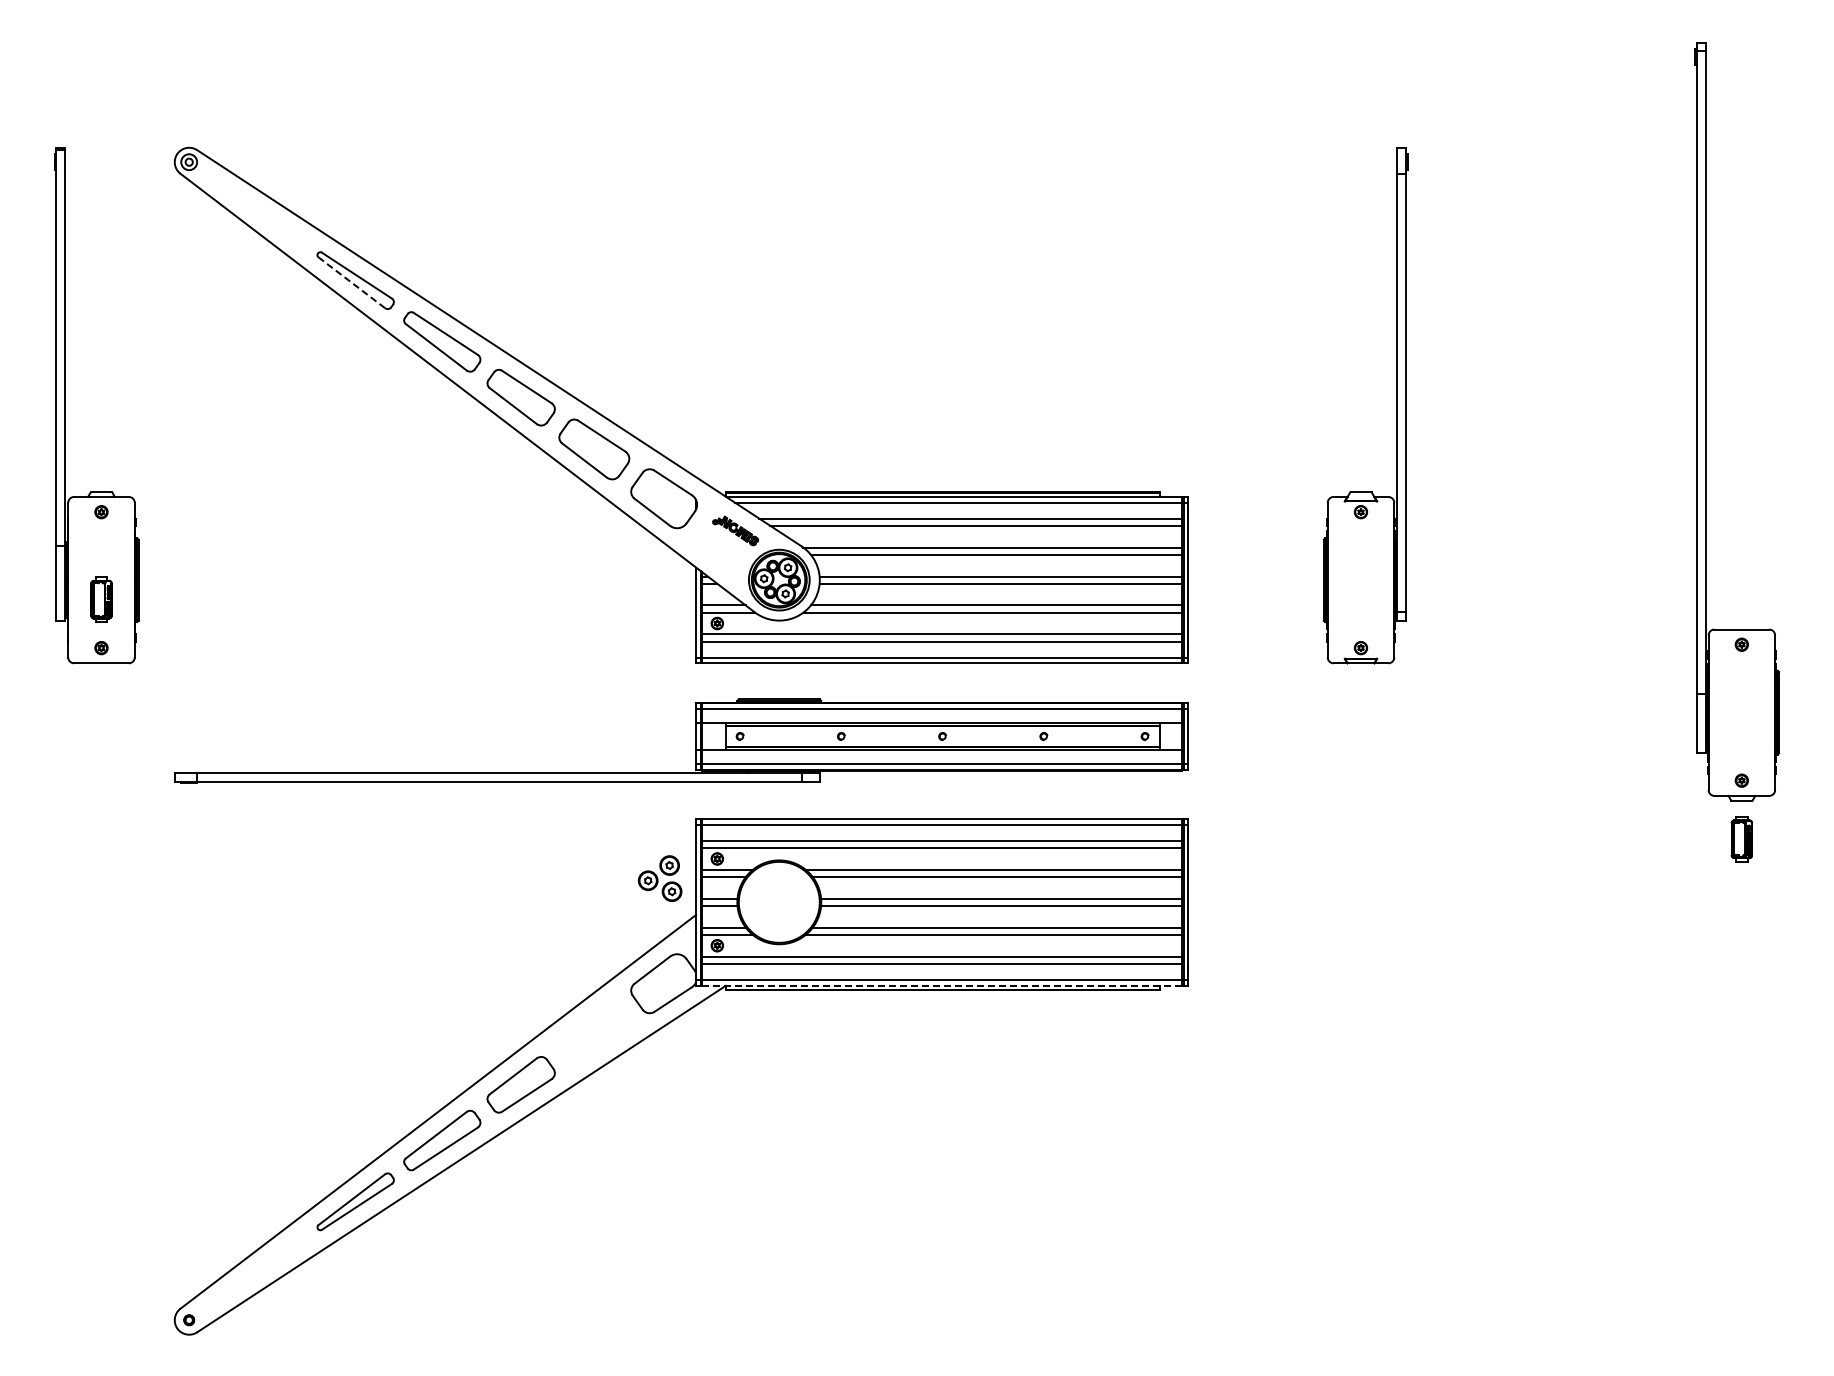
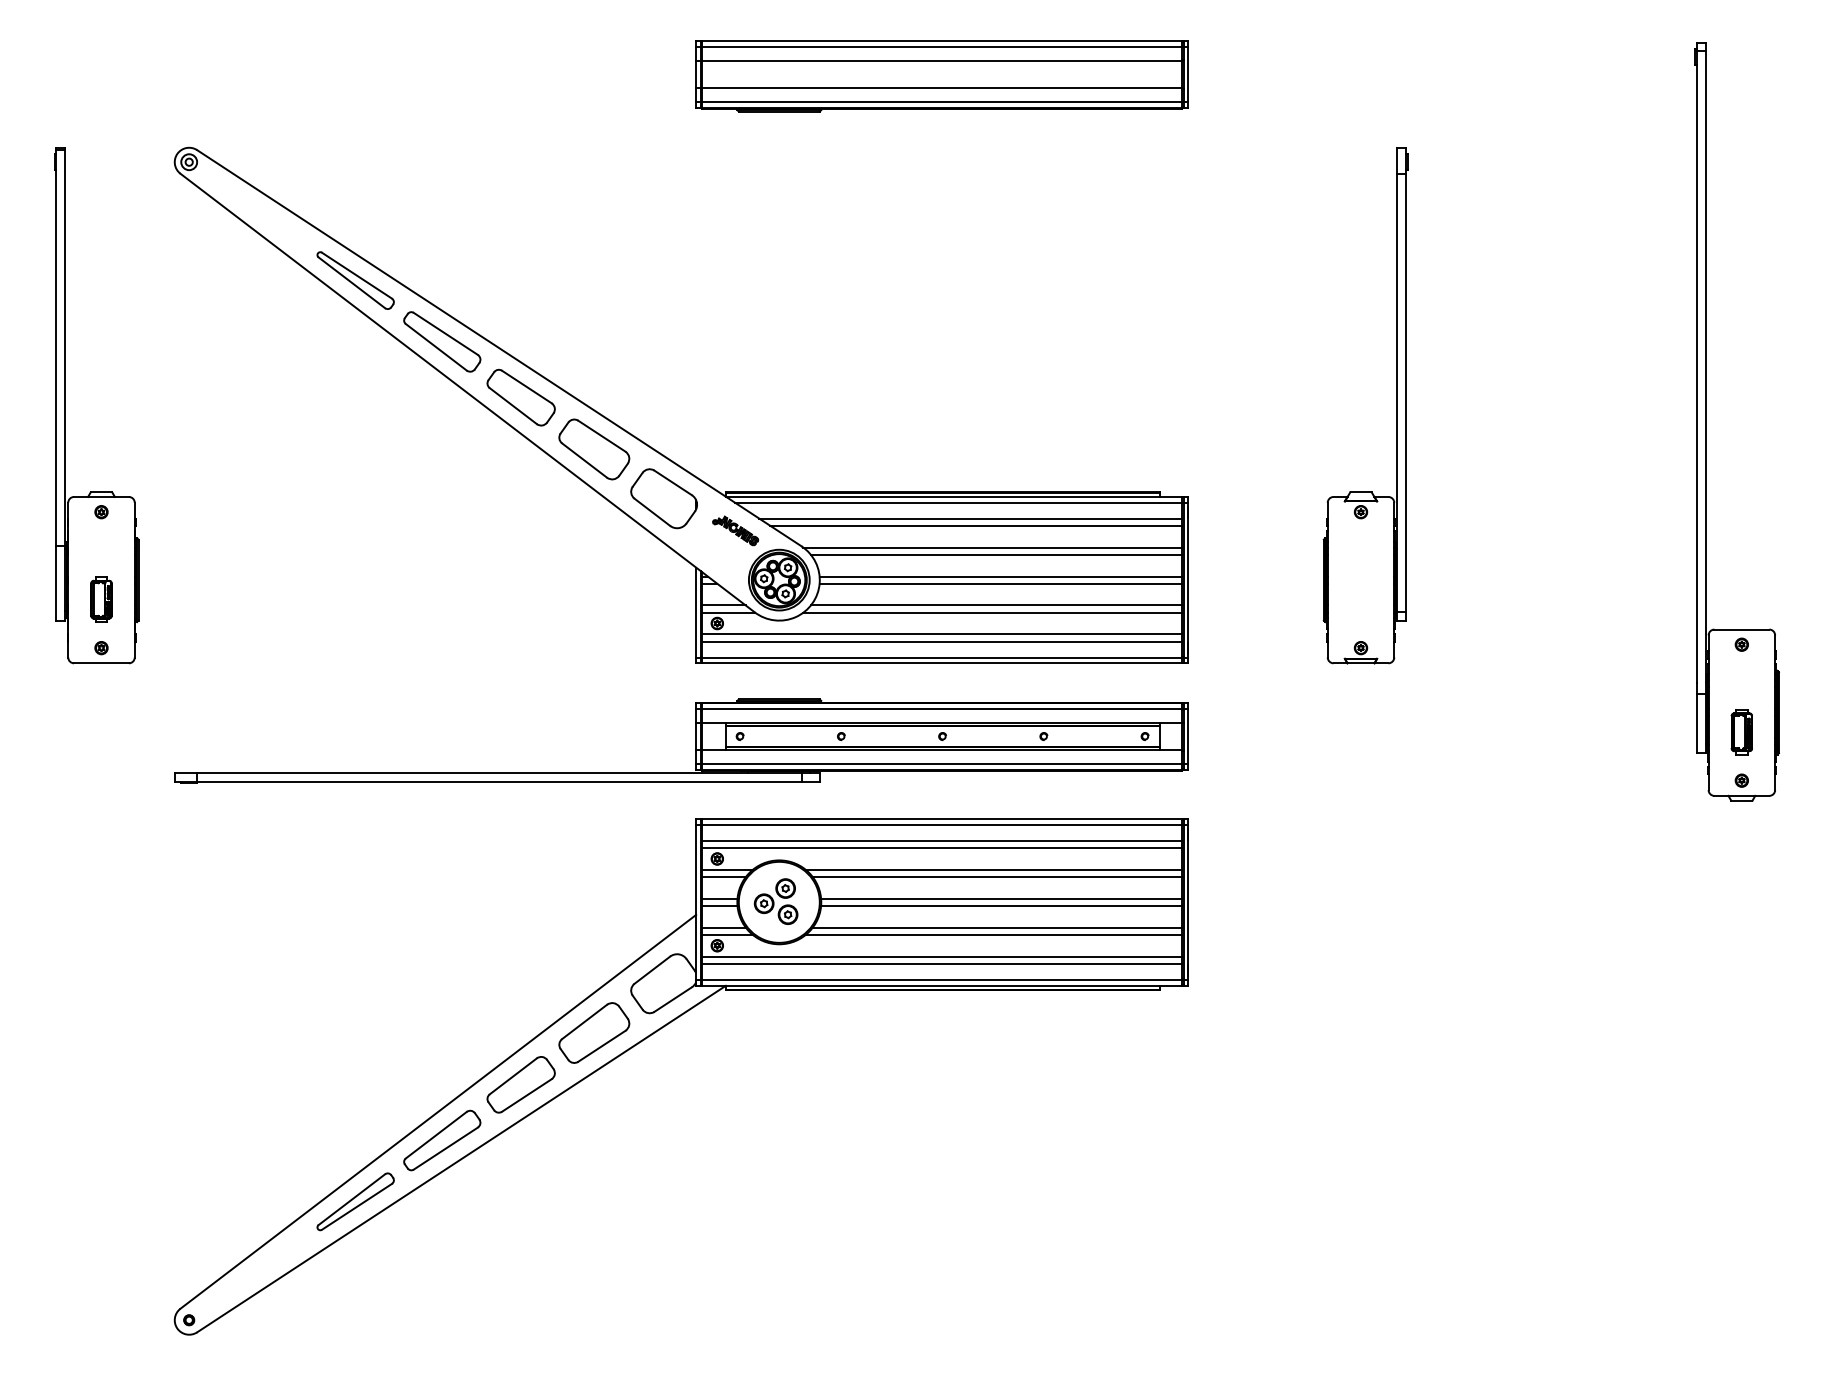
part at (941, 76): none -> present
line at (351, 282): dashed -> solid
part at (1741, 839) position: (1741, 839) -> (1741, 732)
part at (659, 878) position: (659, 878) -> (775, 901)
line at (942, 985): dashed -> solid
part at (594, 1032): none -> present
